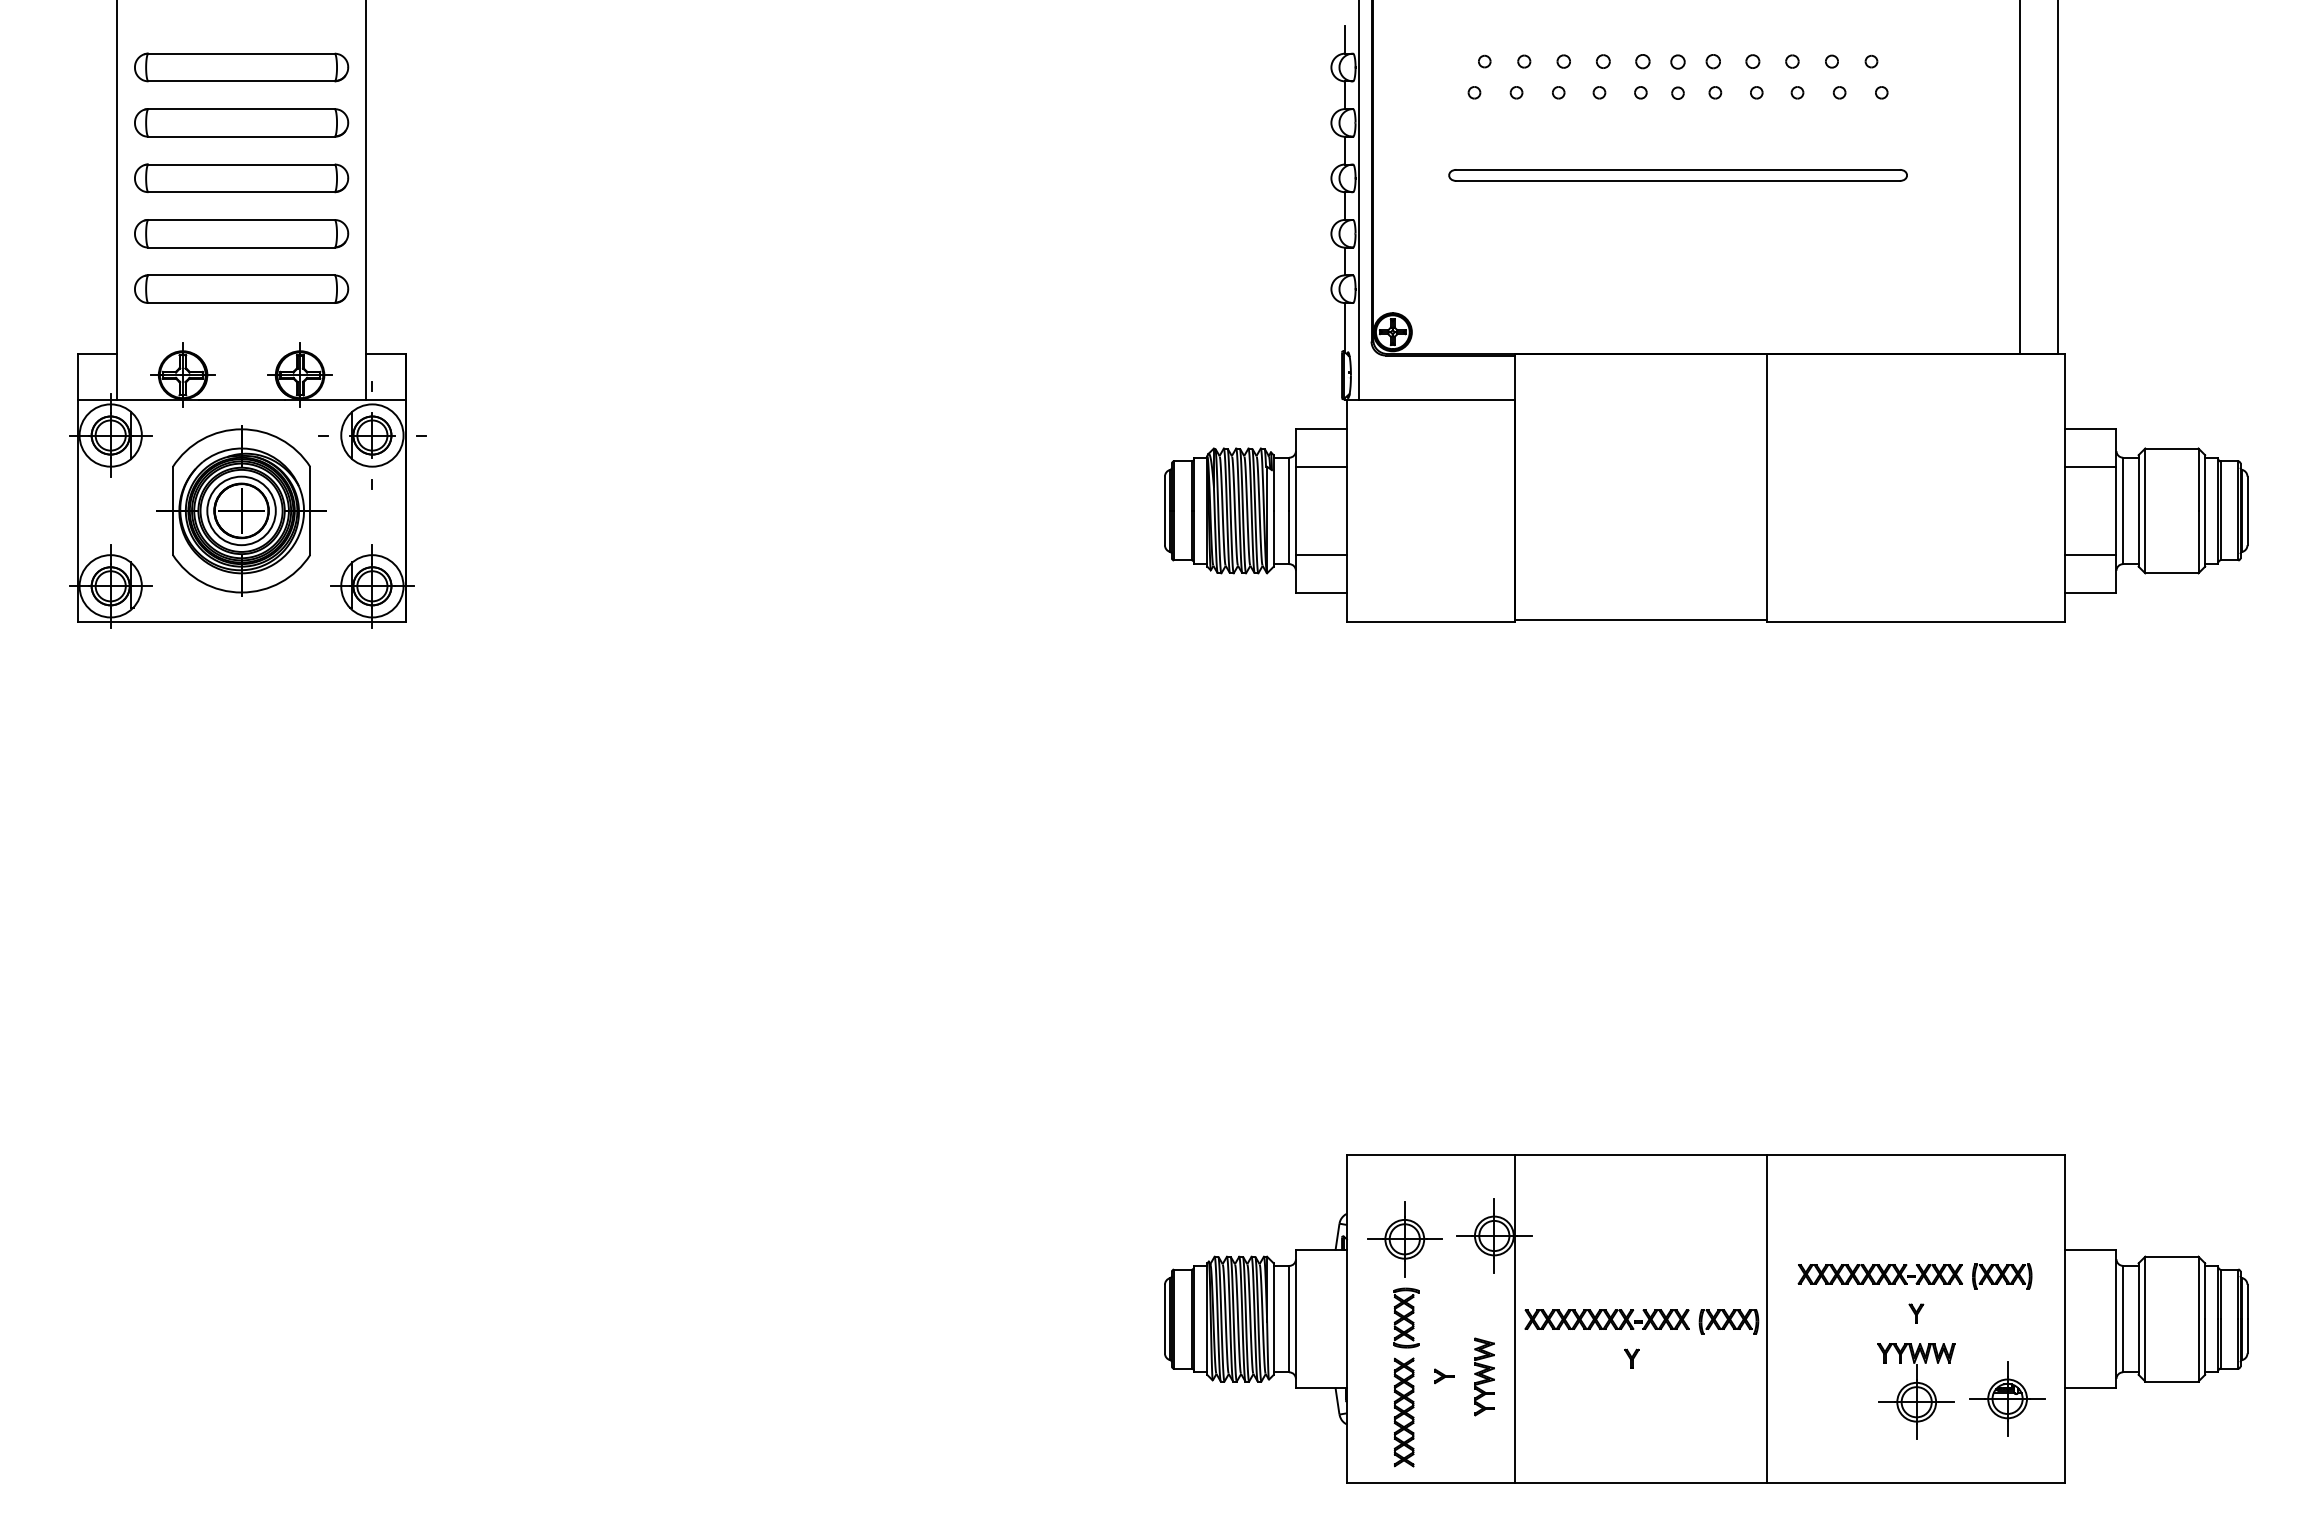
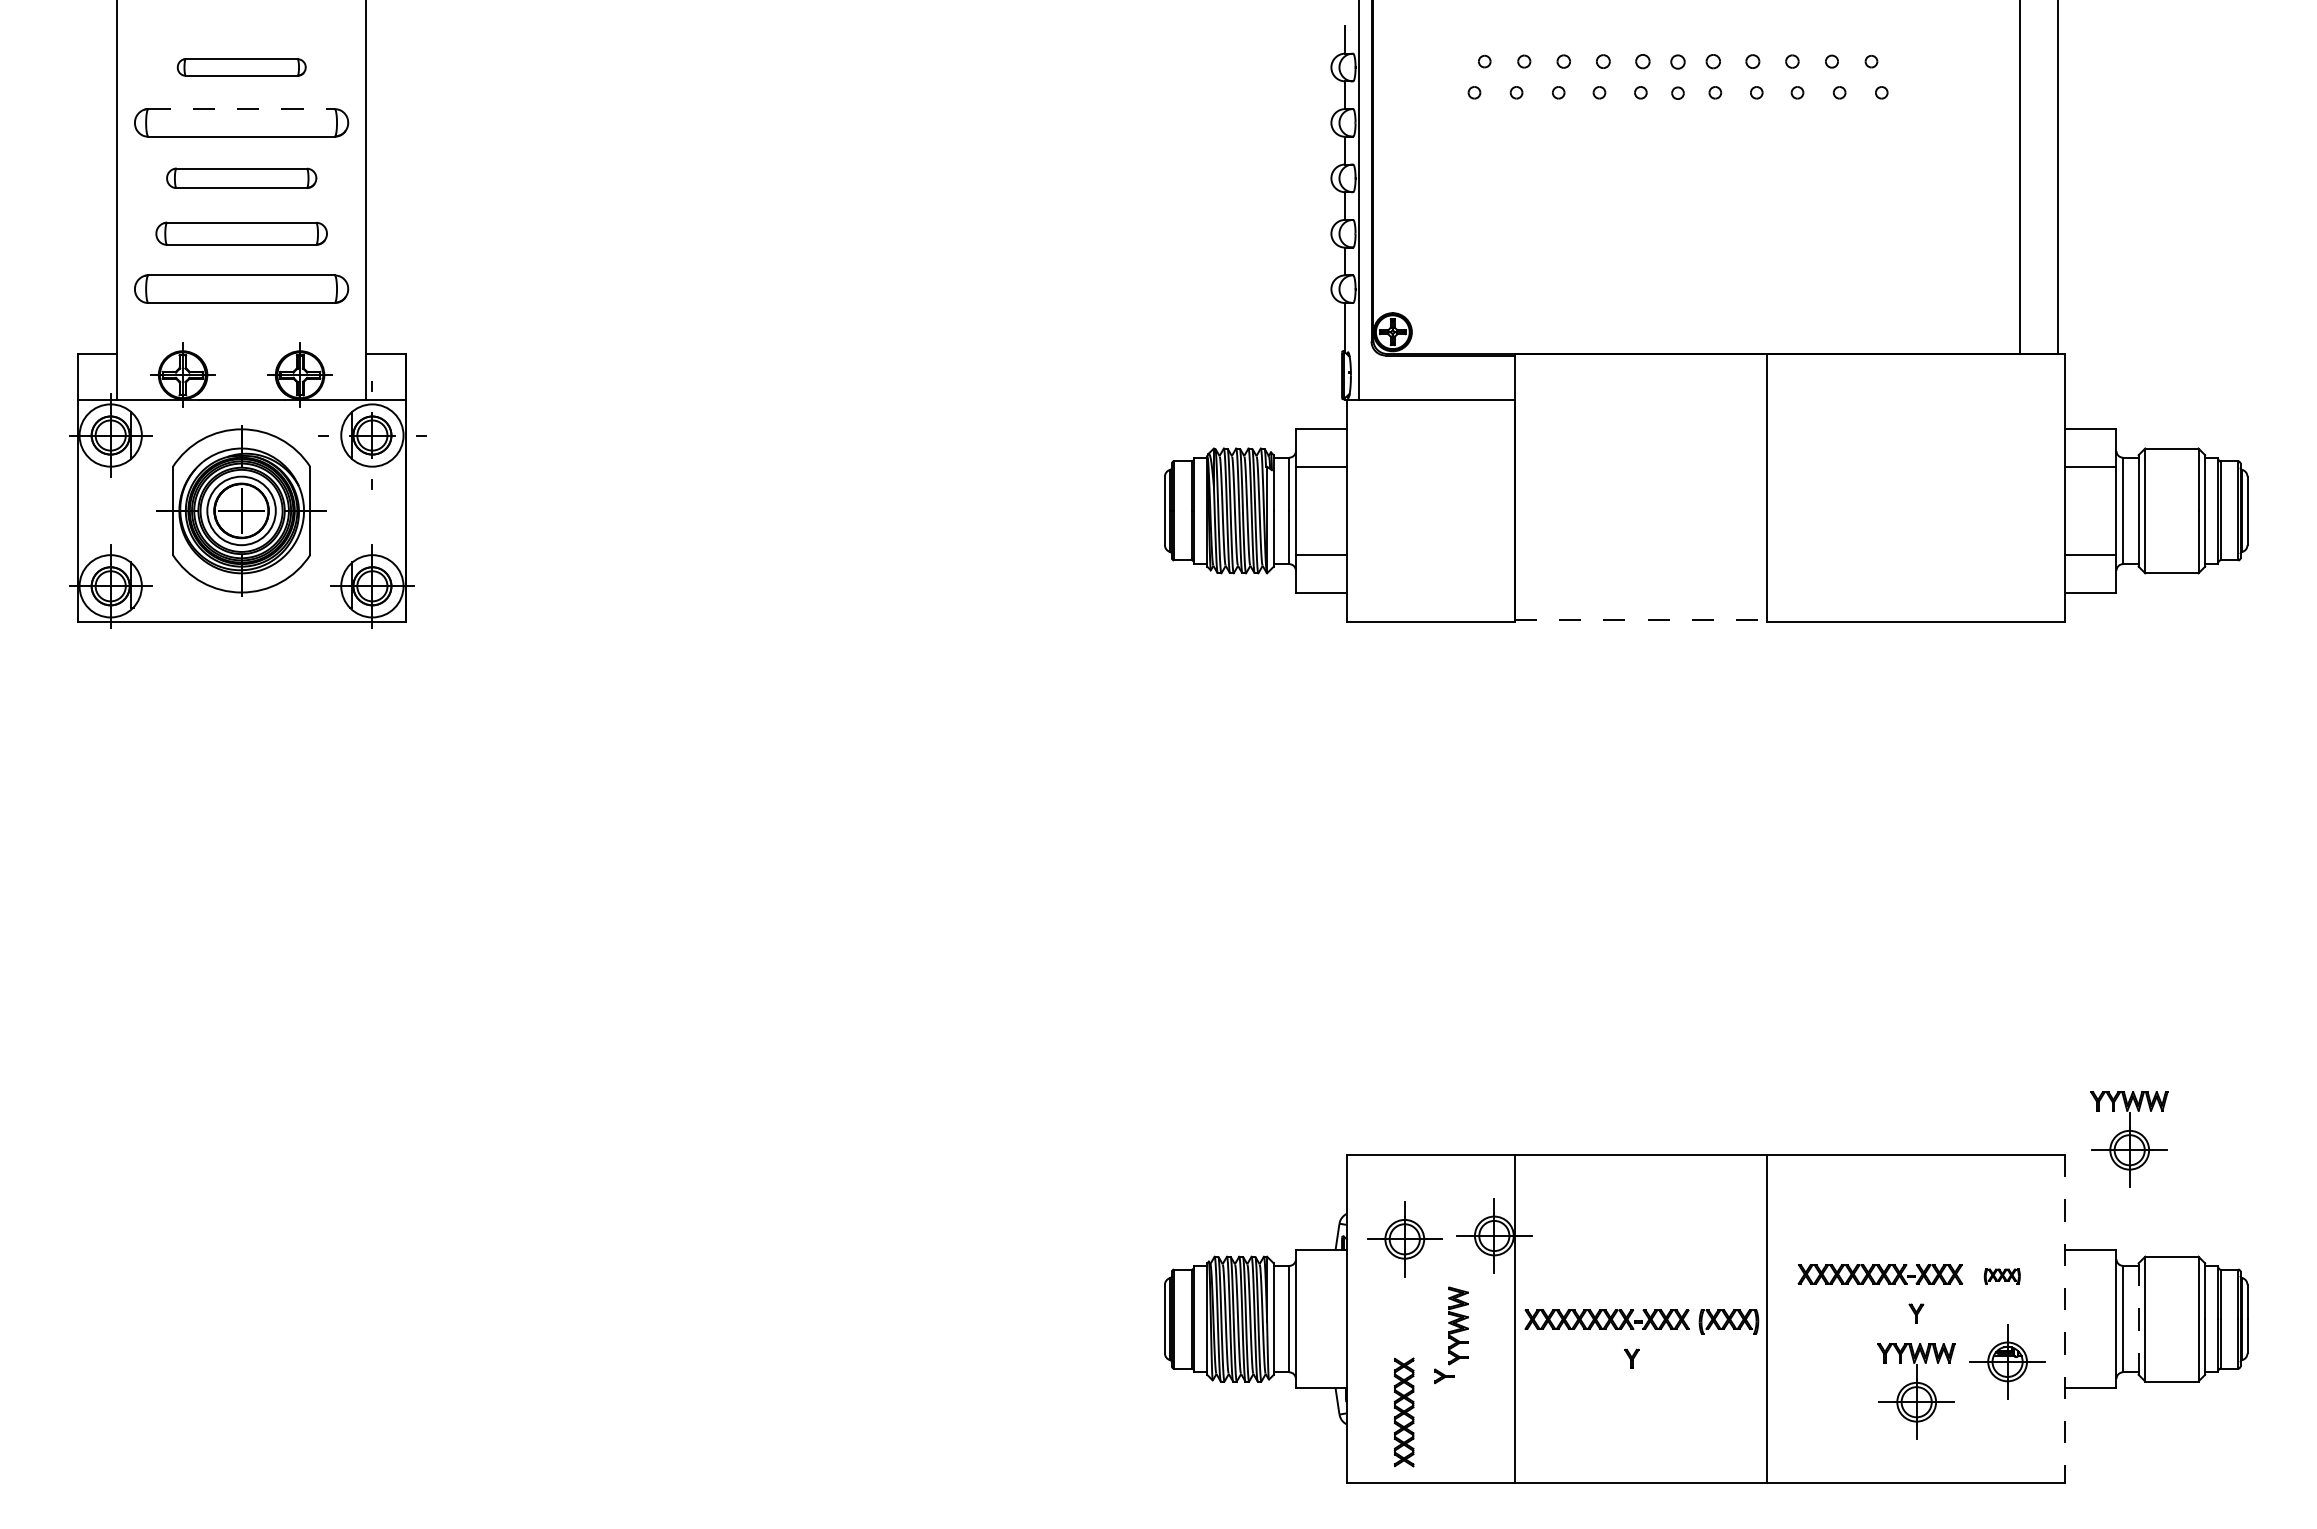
part at (241, 67) size: 216x31 px -> 131x19 px
line at (242, 109): solid -> dashed
part at (1677, 175): present -> none
part at (241, 178) size: 216x31 px -> 152x22 px
part at (241, 233) size: 216x30 px -> 173x25 px
line at (1641, 620): solid -> dashed
part at (2129, 1139): none -> present
part at (2002, 1276) size: 61x27 px -> 38x17 px
part at (1406, 1317): present -> none
line at (2065, 1319): solid -> dashed
line at (2138, 1319): solid -> dashed
part at (1484, 1376) position: (1484, 1376) -> (1458, 1325)
part at (2007, 1398) position: (2007, 1398) -> (2007, 1361)
